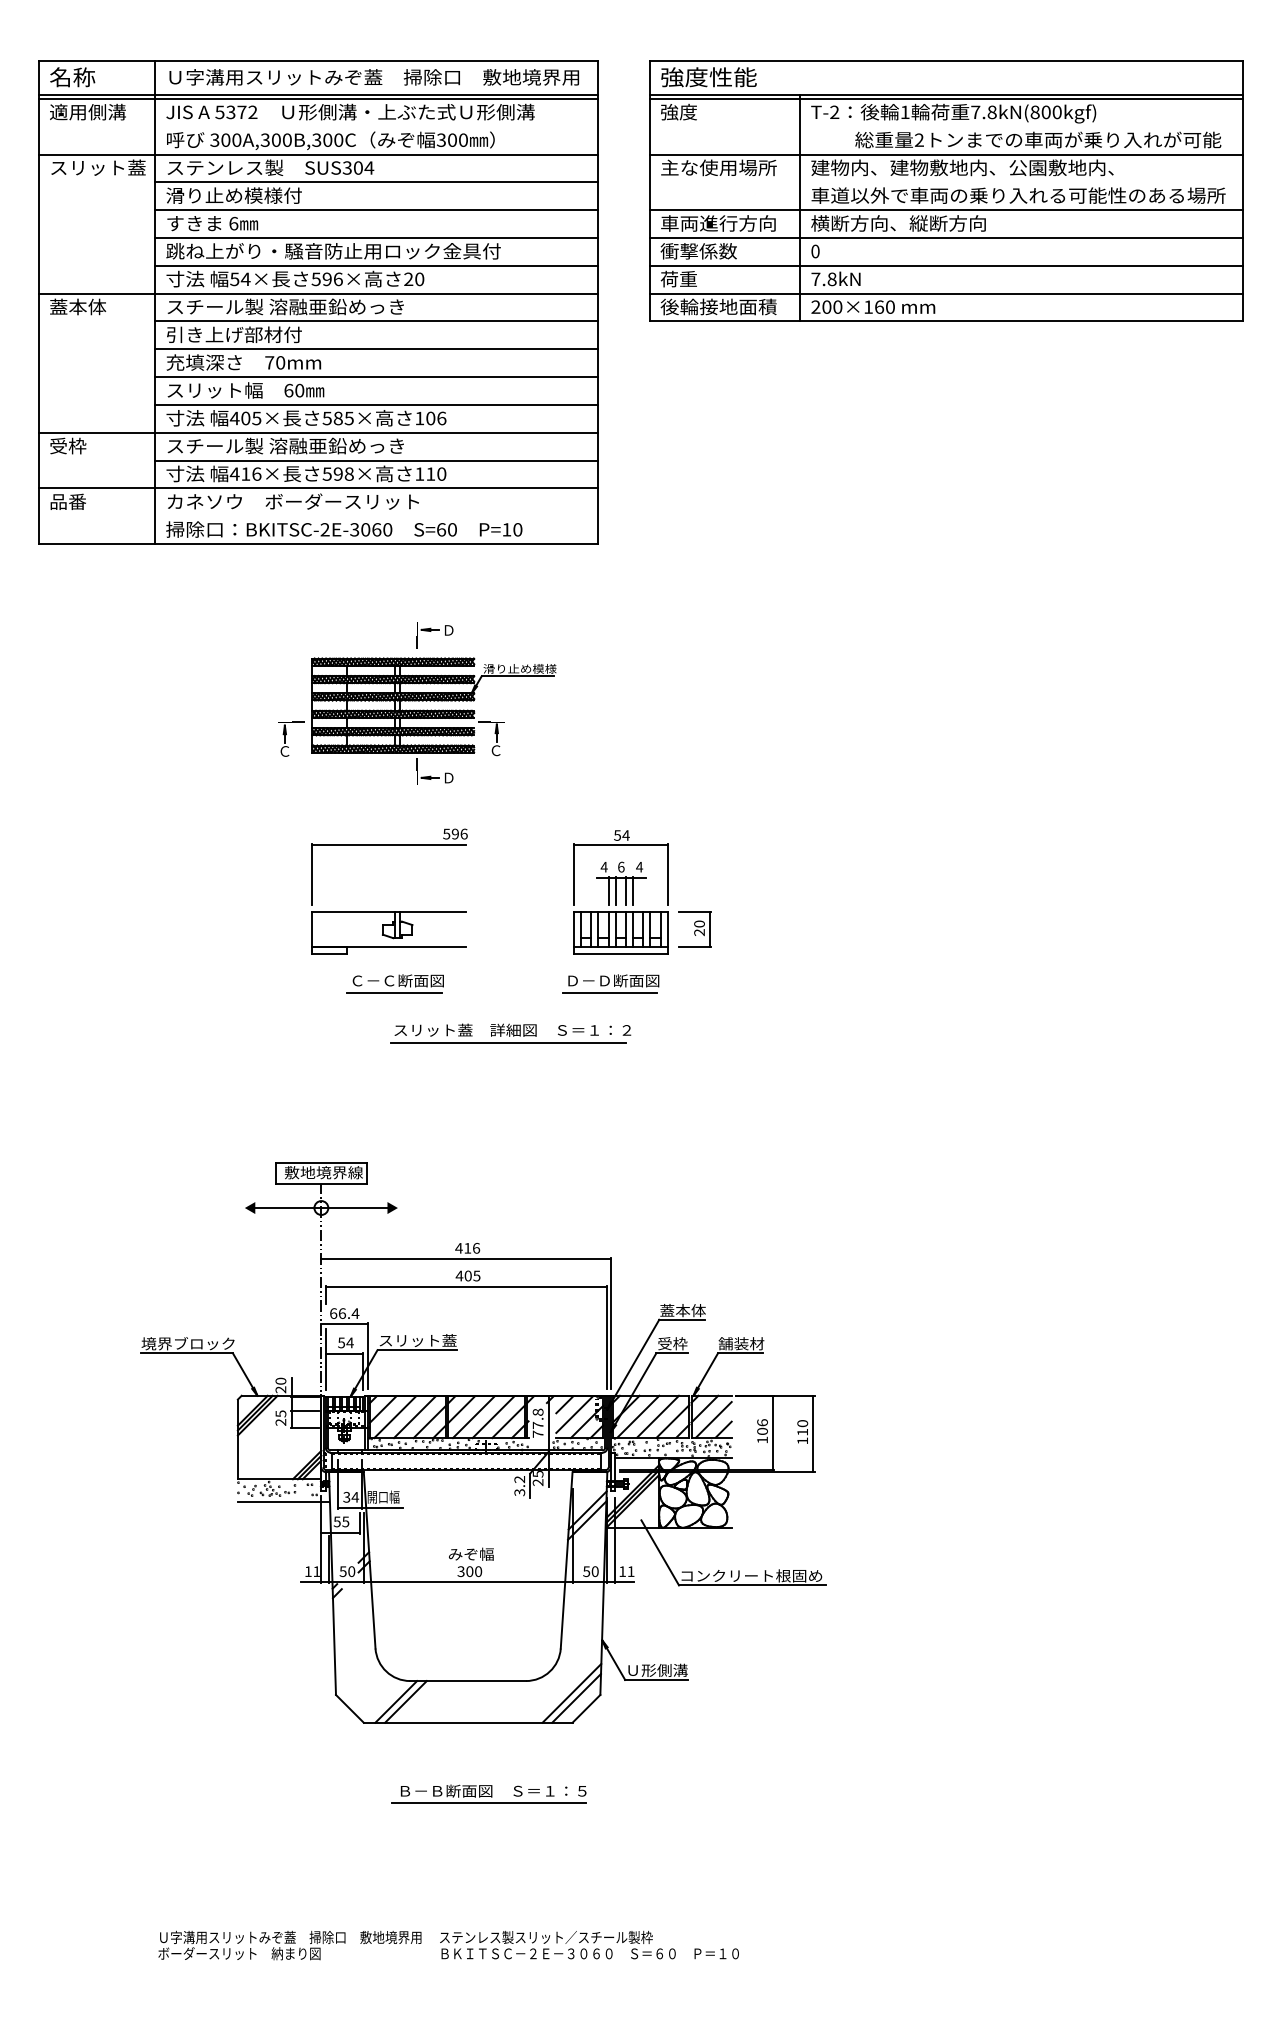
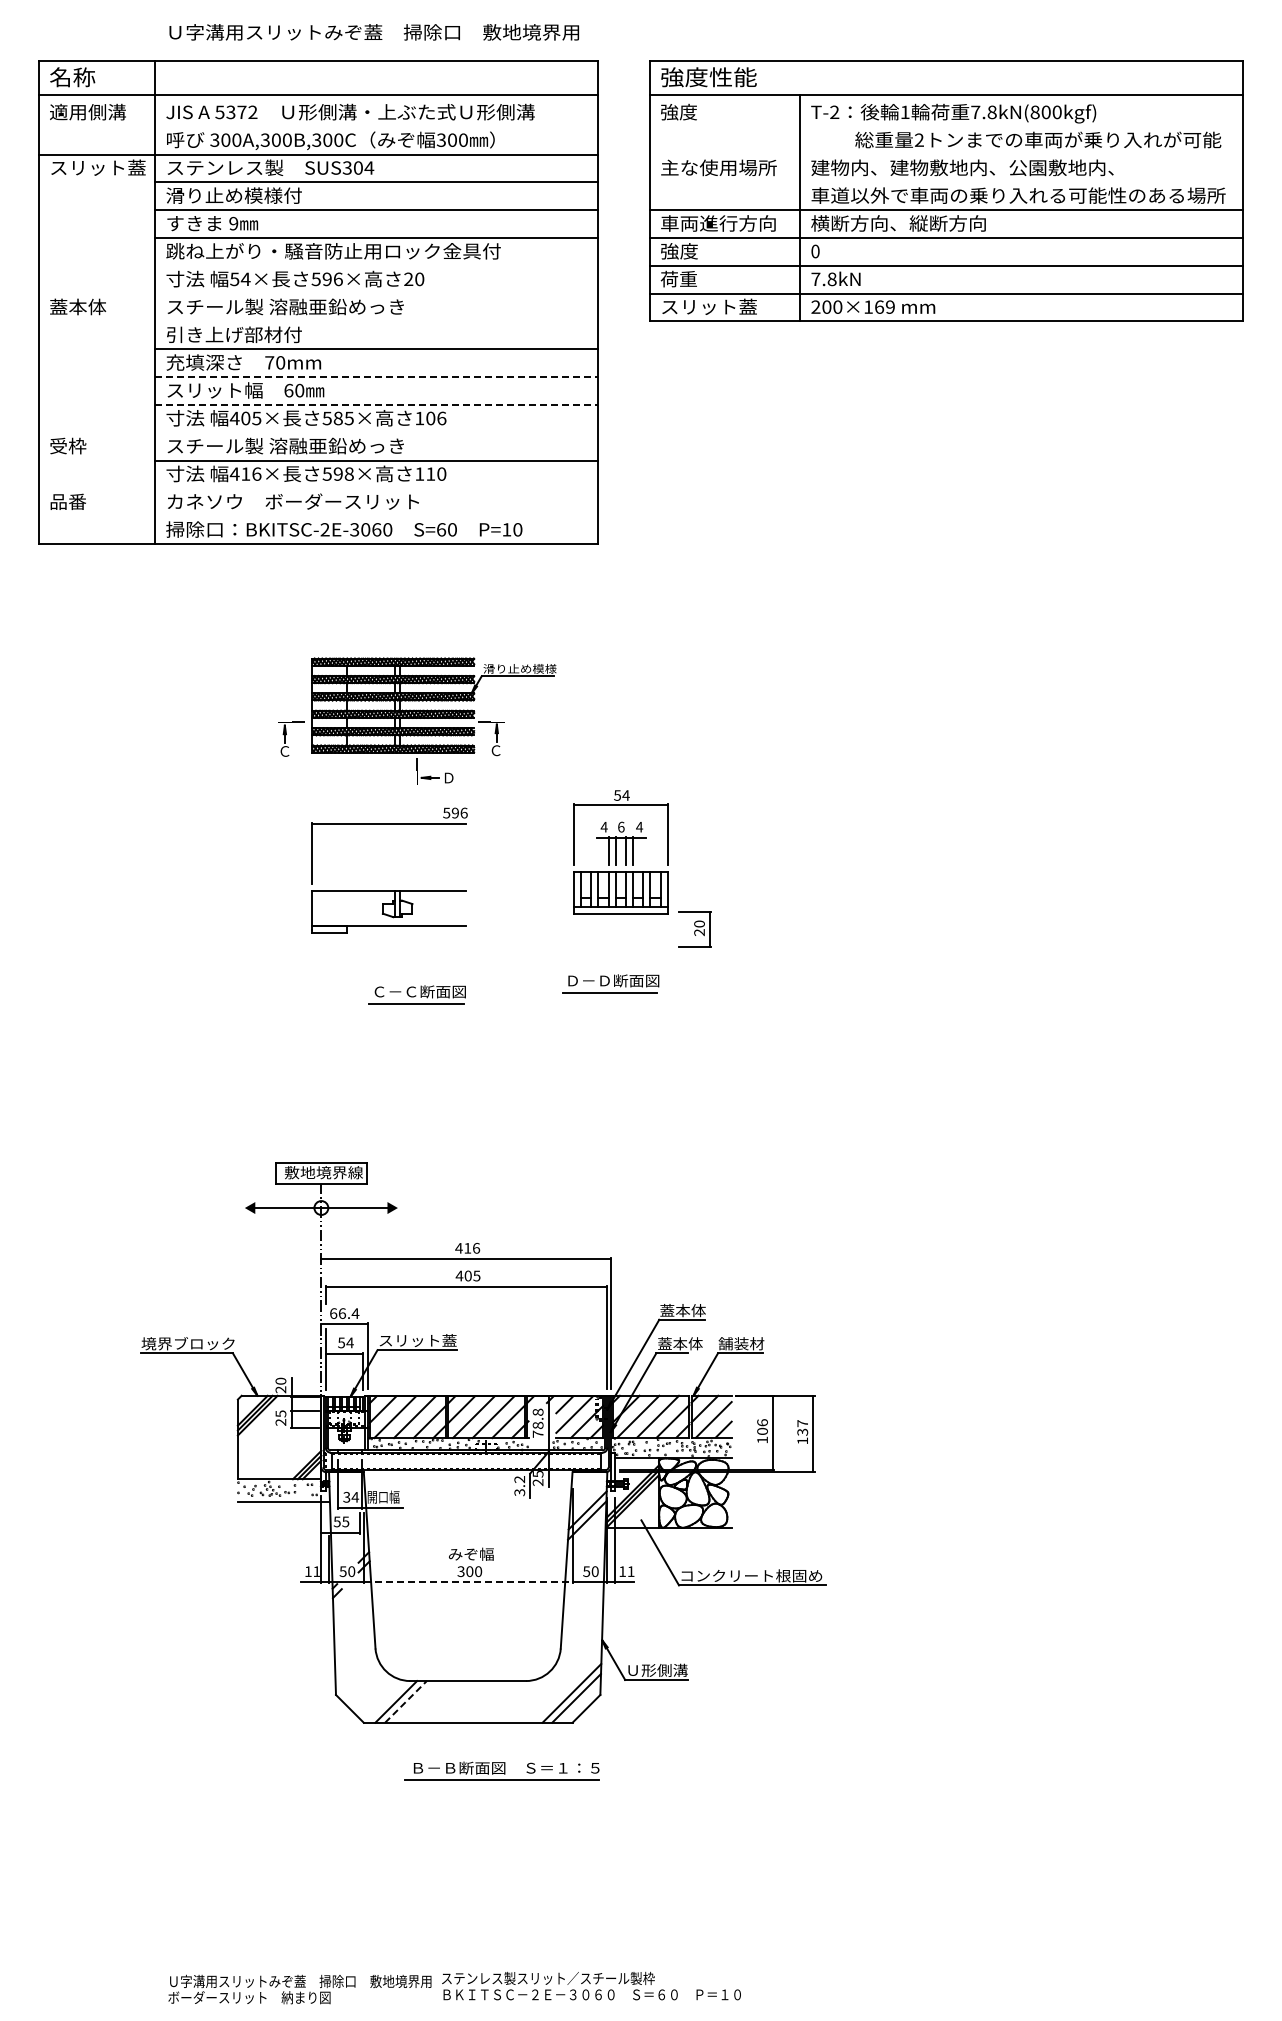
text at (373, 77) position: (373, 77) -> (373, 32)
line at (318, 98): present -> none
line at (946, 98): present -> none
line at (946, 154): present -> none
text at (233, 223): 6 -> 9
text at (698, 251): 衝撃係数 -> 強度
line at (376, 265): present -> none
line at (318, 293): present -> none
text at (718, 306): 後輪接地面積 -> スリット蓋
text at (889, 306): 200×160 -> 200×169
line at (376, 321): present -> none
line at (376, 377): solid -> dashed
line at (376, 404): solid -> dashed
line at (318, 432): present -> none
line at (318, 488): present -> none
part at (434, 635): present -> none
part at (620, 892) position: (620, 892) -> (620, 852)
part at (389, 911) position: (389, 911) -> (389, 890)
part at (394, 983) position: (394, 983) -> (416, 994)
part at (510, 1033): present -> none
text at (680, 1343): 受枠 -> 蓋本体
text at (537, 1424): 77.8 -> 78.8
text at (802, 1427): 110 -> 137
line at (468, 1582): solid -> dashed
line at (405, 1701): solid -> dashed
part at (488, 1793) position: (488, 1793) -> (501, 1770)
text at (589, 1944) position: (589, 1944) -> (591, 1985)
text at (289, 1945) position: (289, 1945) -> (299, 1989)
